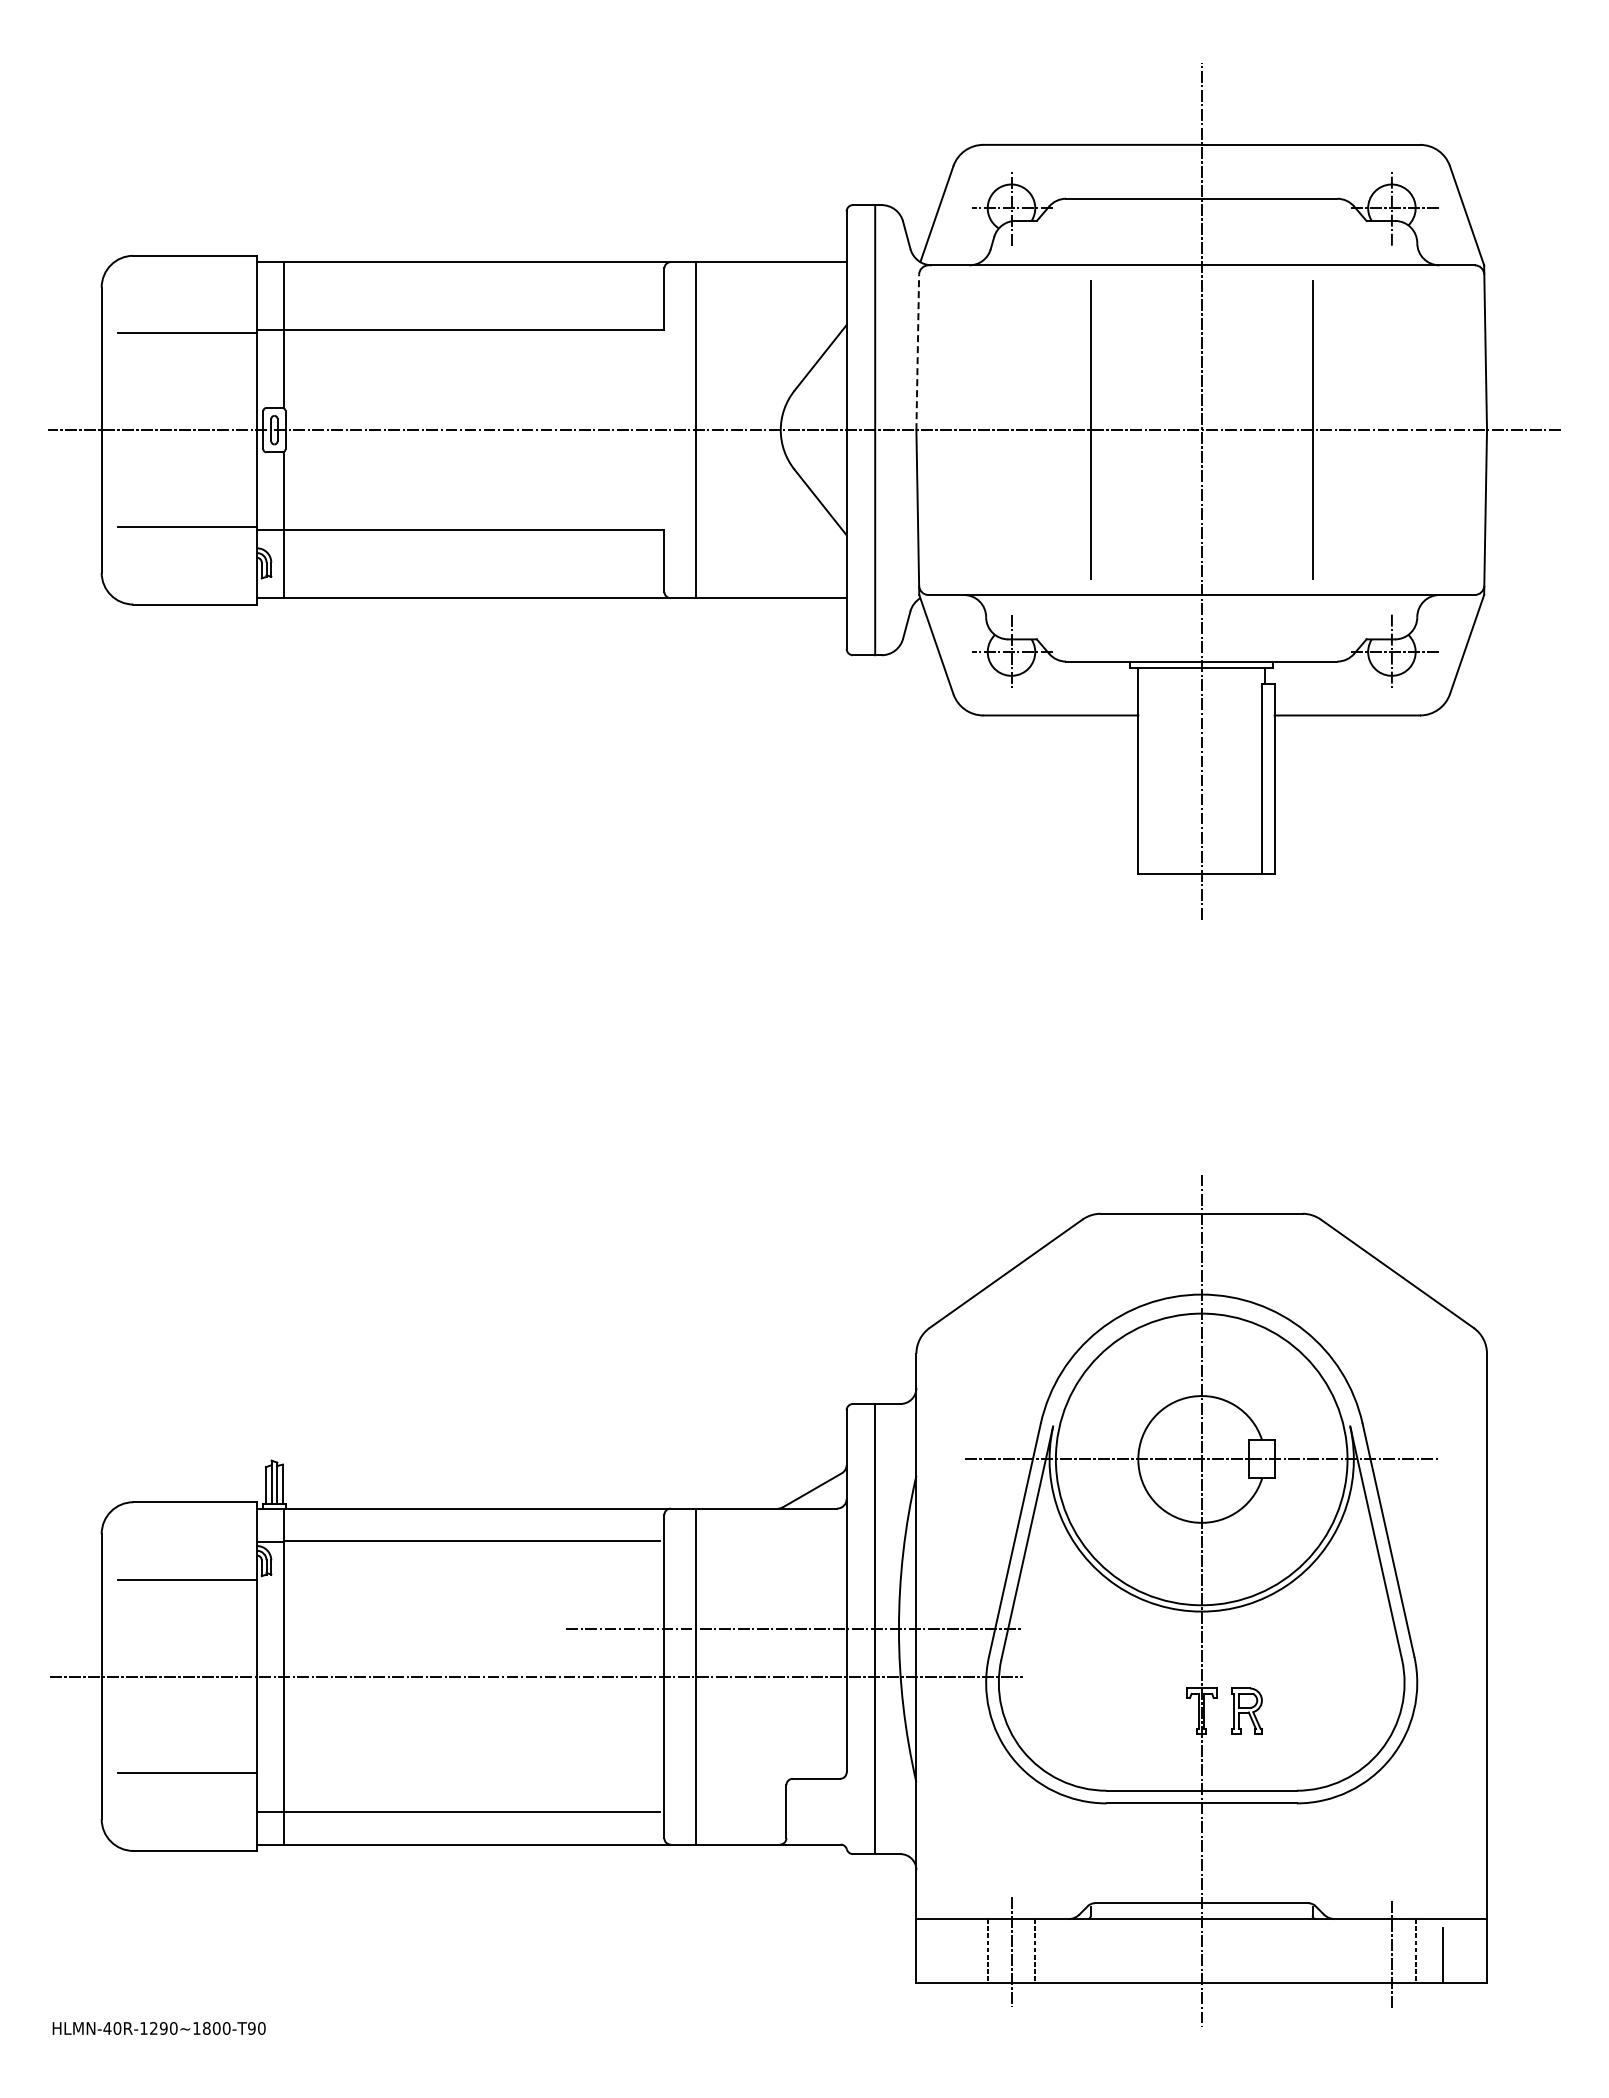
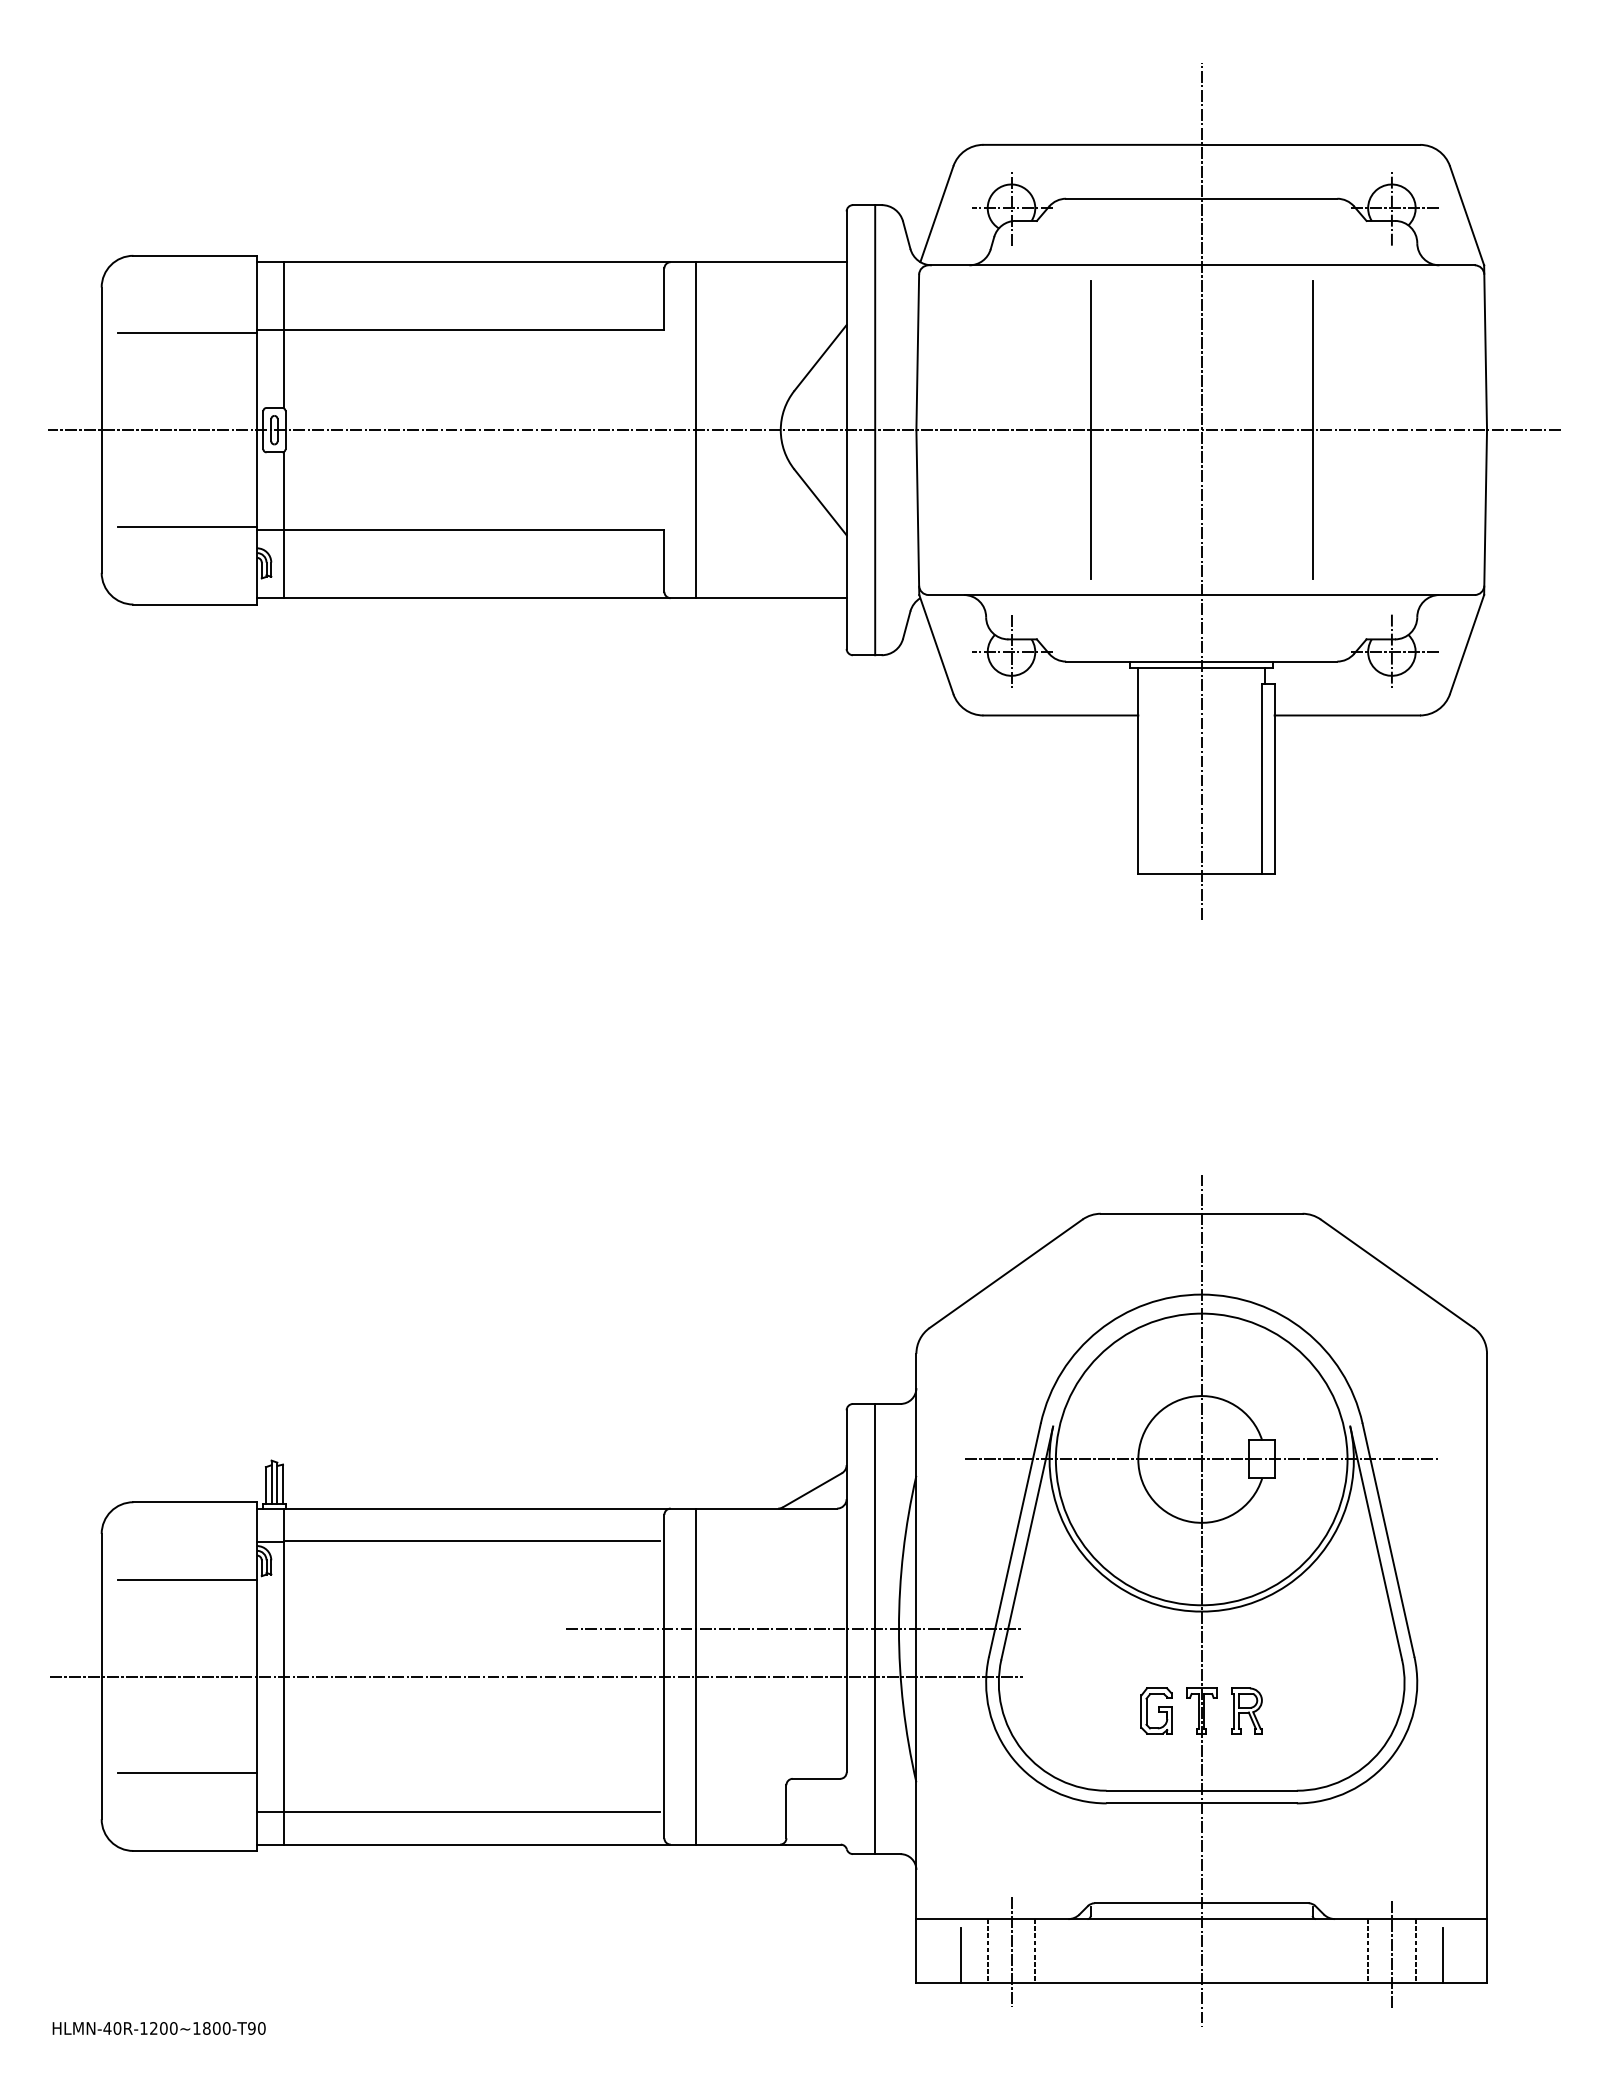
line at (917, 352): dashed -> solid
part at (1156, 1710): none -> present
line at (1368, 1950): none -> present
line at (960, 1954): none -> present
text at (163, 2028): HLMN-40R-1290~1800-T90 -> HLMN-40R-1200~1800-T90
